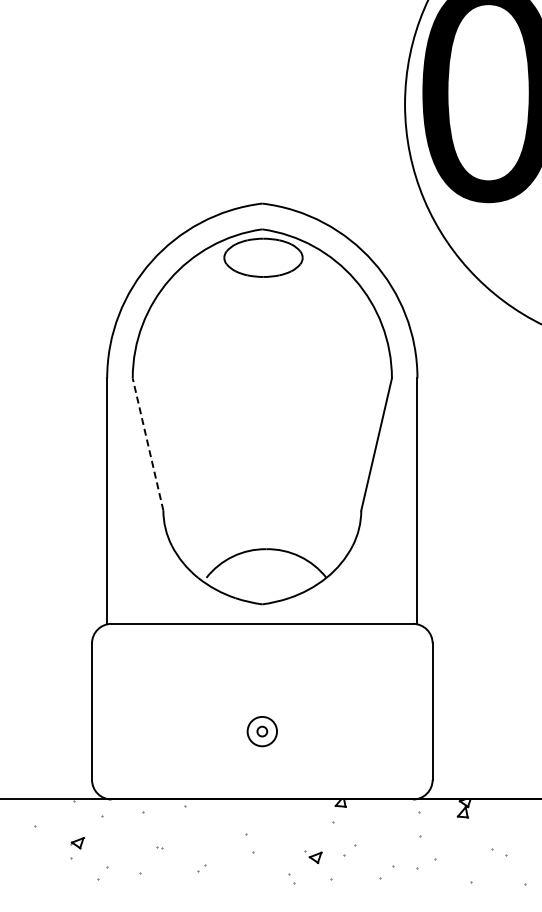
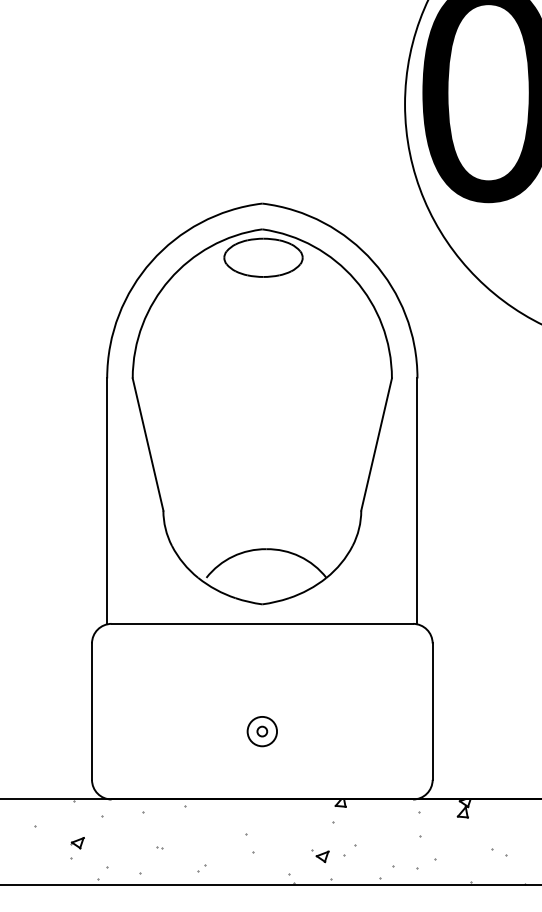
line at (148, 444): dashed -> solid
part at (313, 857) position: (313, 857) -> (320, 856)
line at (270, 884): none -> present
